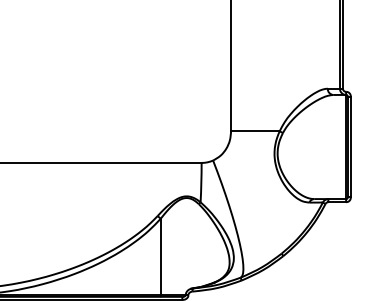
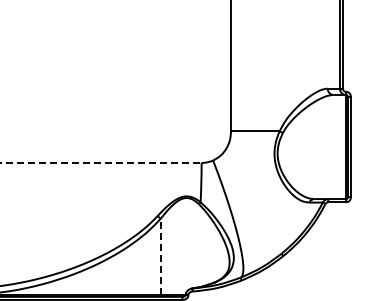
line at (101, 162): solid -> dashed
line at (160, 256): solid -> dashed
